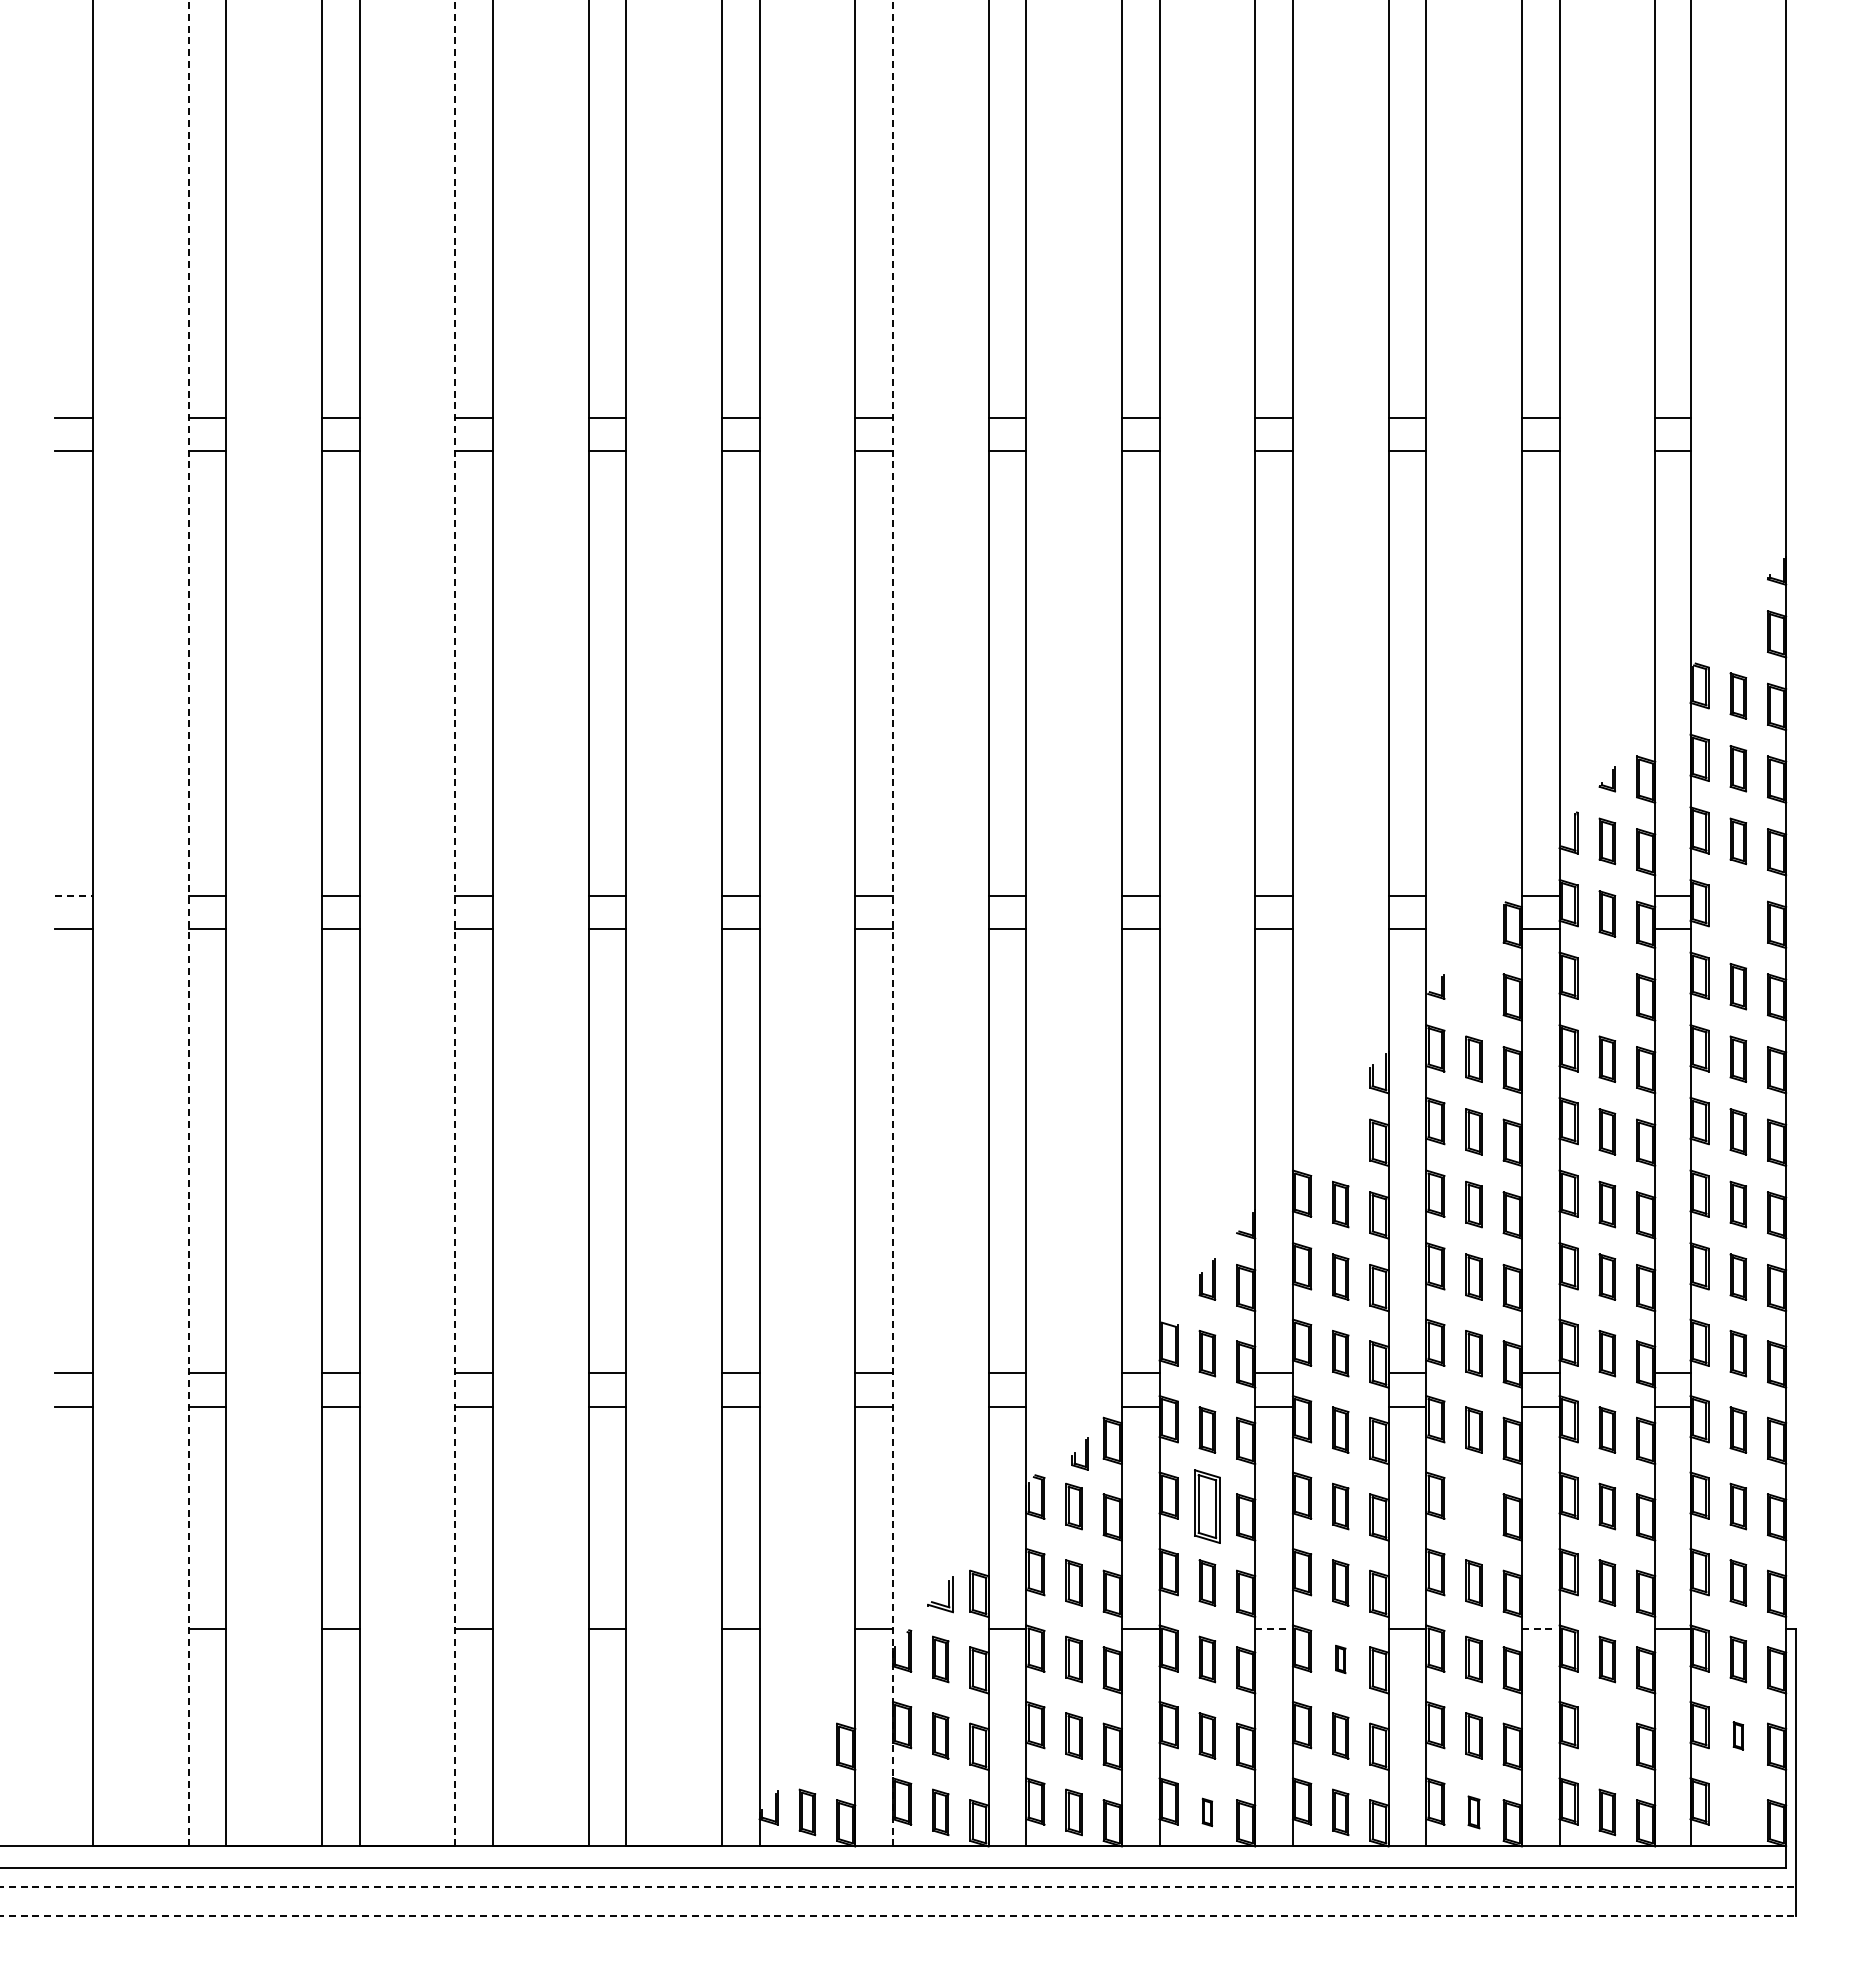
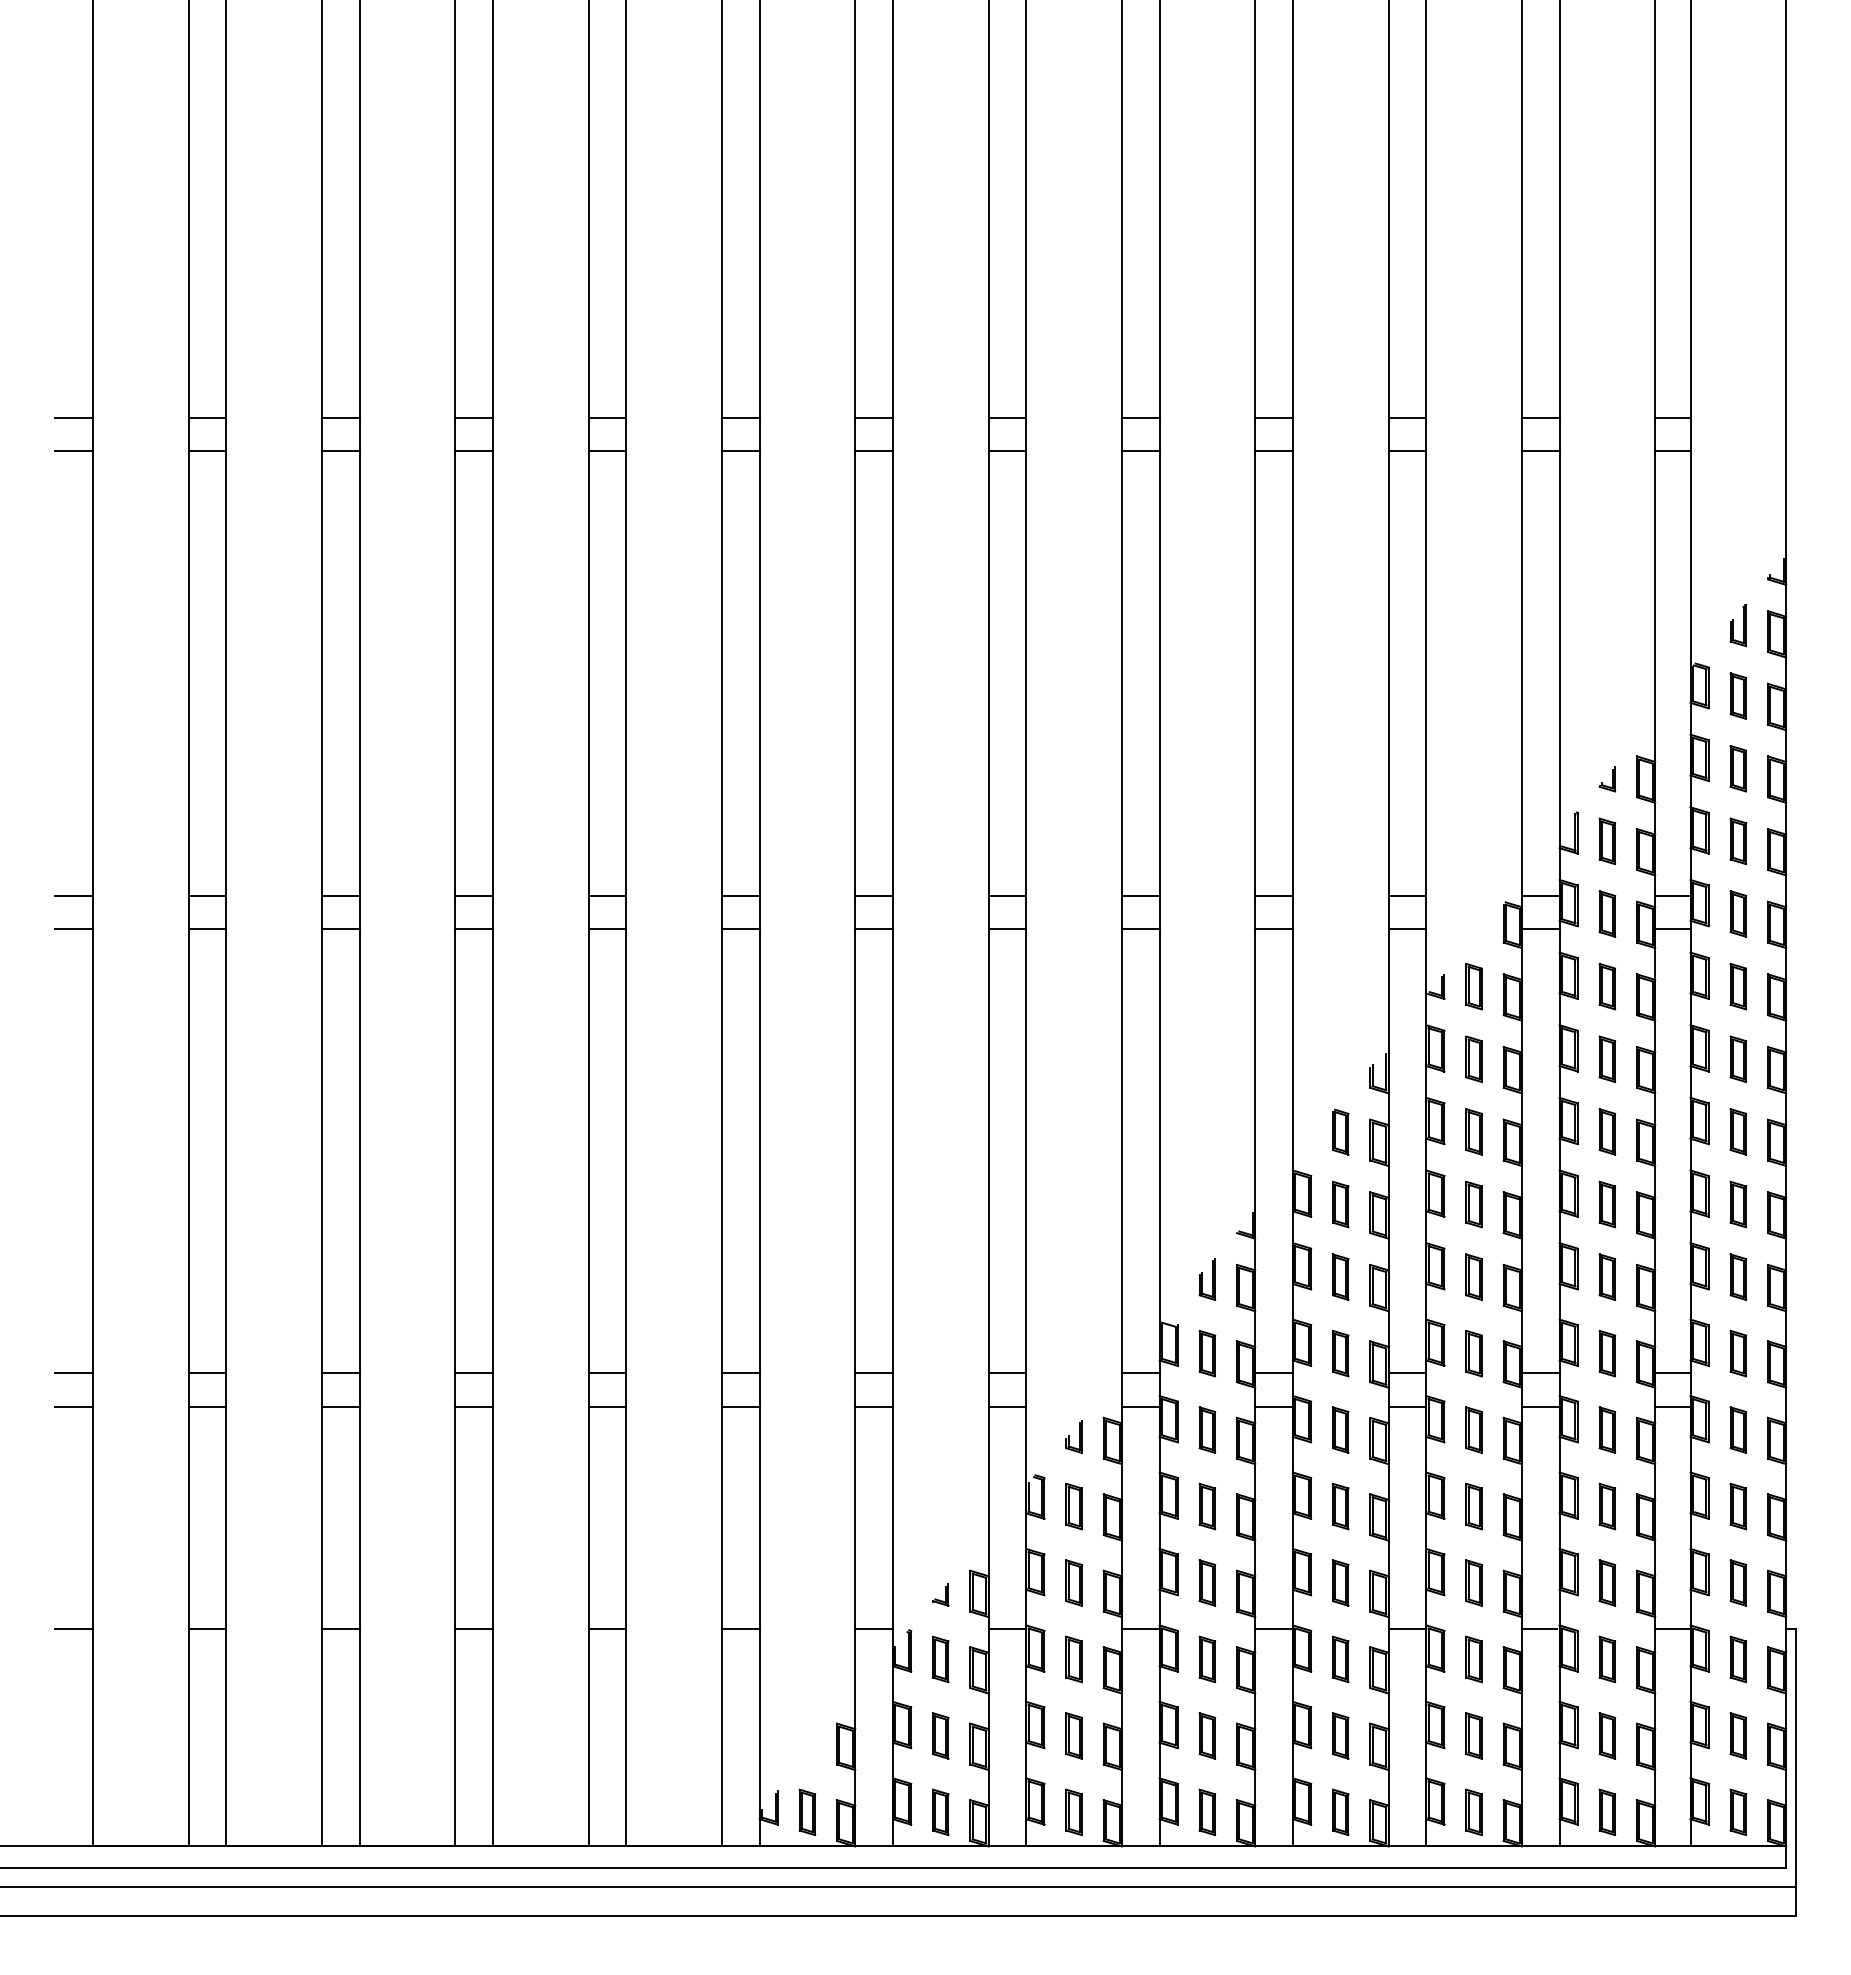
part at (1737, 625): none -> present
line at (74, 895): dashed -> solid
part at (1738, 913): none -> present
line at (188, 923): dashed -> solid
line at (455, 923): dashed -> solid
line at (893, 923): dashed -> solid
part at (1473, 986): none -> present
part at (1607, 986): none -> present
part at (1340, 1131): none -> present
part at (1079, 1453) position: (1079, 1453) -> (1073, 1436)
part at (1207, 1506) size: 27x75 px -> 19x49 px
part at (1473, 1506): none -> present
part at (940, 1594) size: 27x38 px -> 18x24 px
line at (74, 1629): none -> present
line at (1272, 1629): dashed -> solid
line at (1539, 1629): dashed -> solid
part at (1340, 1659) size: 12x31 px -> 18x49 px
part at (1607, 1735): none -> present
part at (1737, 1735) size: 12x30 px -> 19x48 px
part at (1207, 1812) size: 13x31 px -> 19x49 px
part at (1473, 1812) size: 14x35 px -> 18x49 px
part at (1738, 1812): none -> present
line at (898, 1887): dashed -> solid
line at (898, 1915): dashed -> solid
